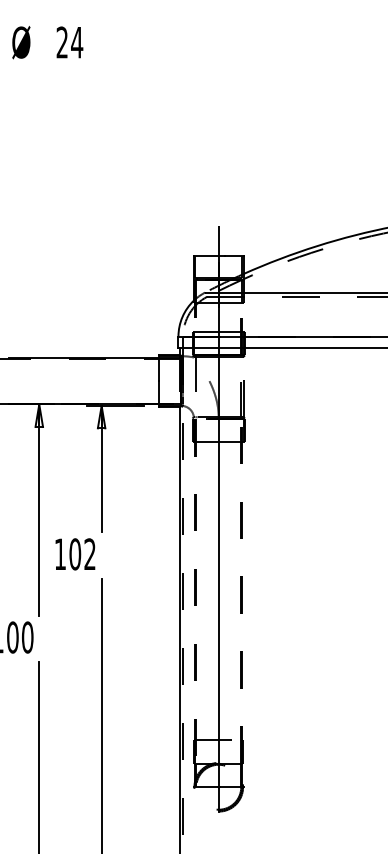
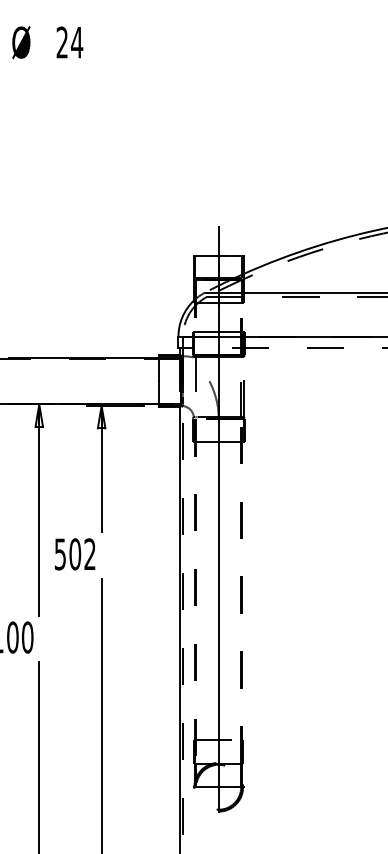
line at (282, 347): solid -> dashed
text at (59, 554): 102 -> 502
